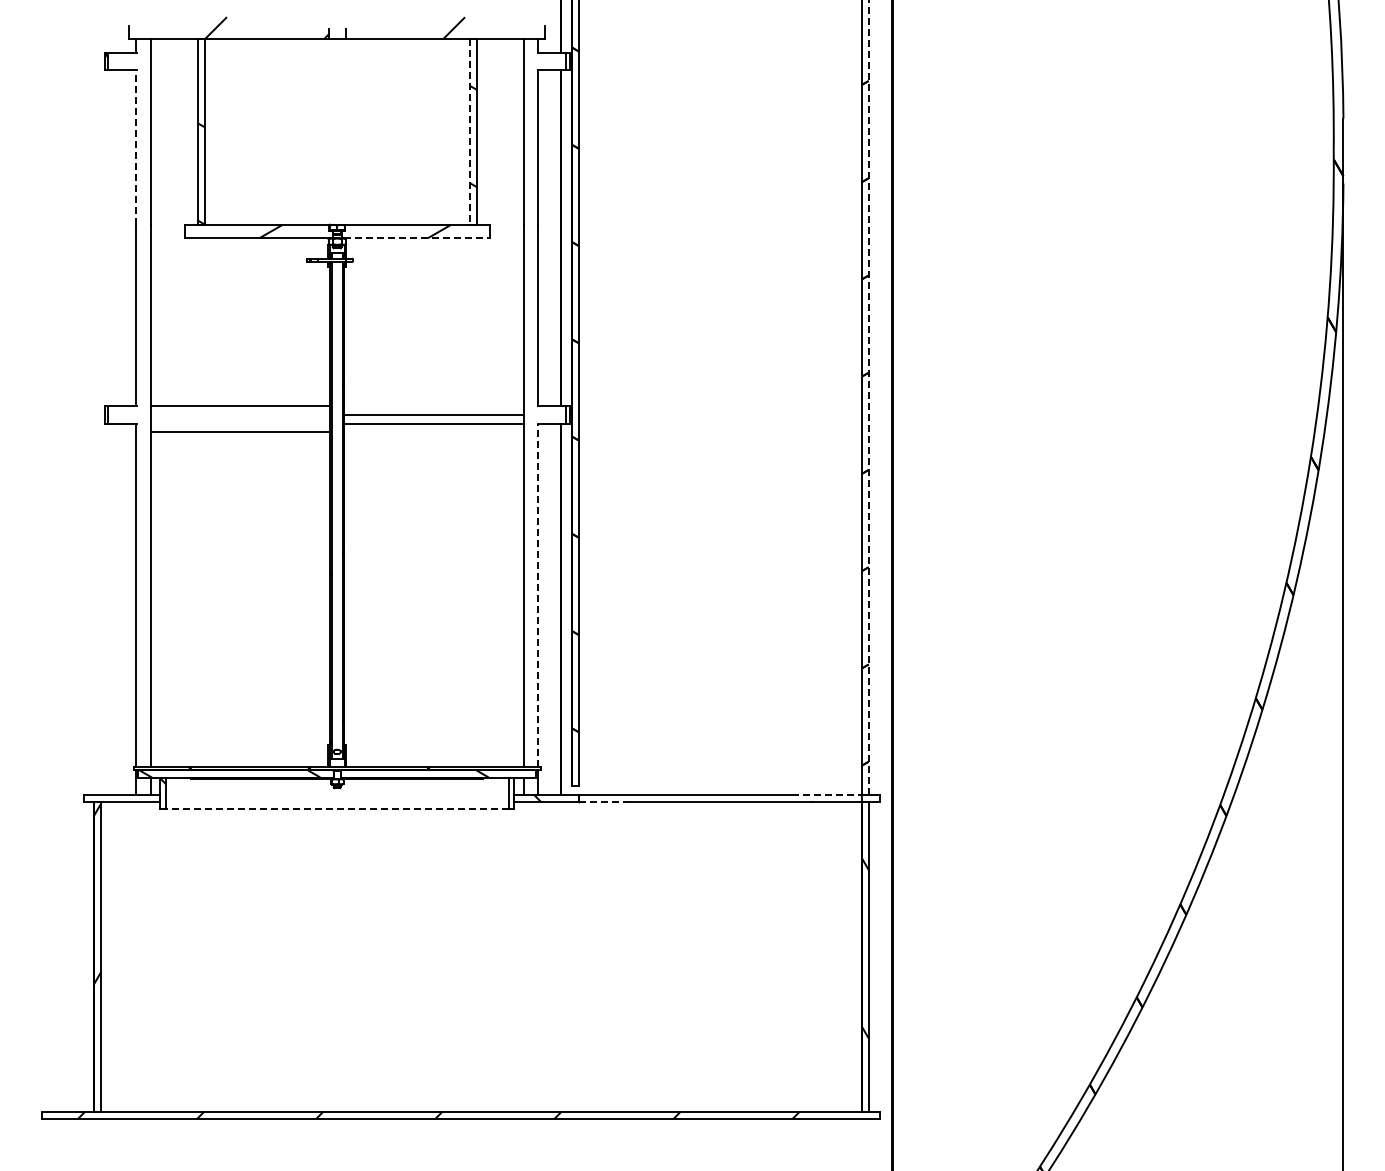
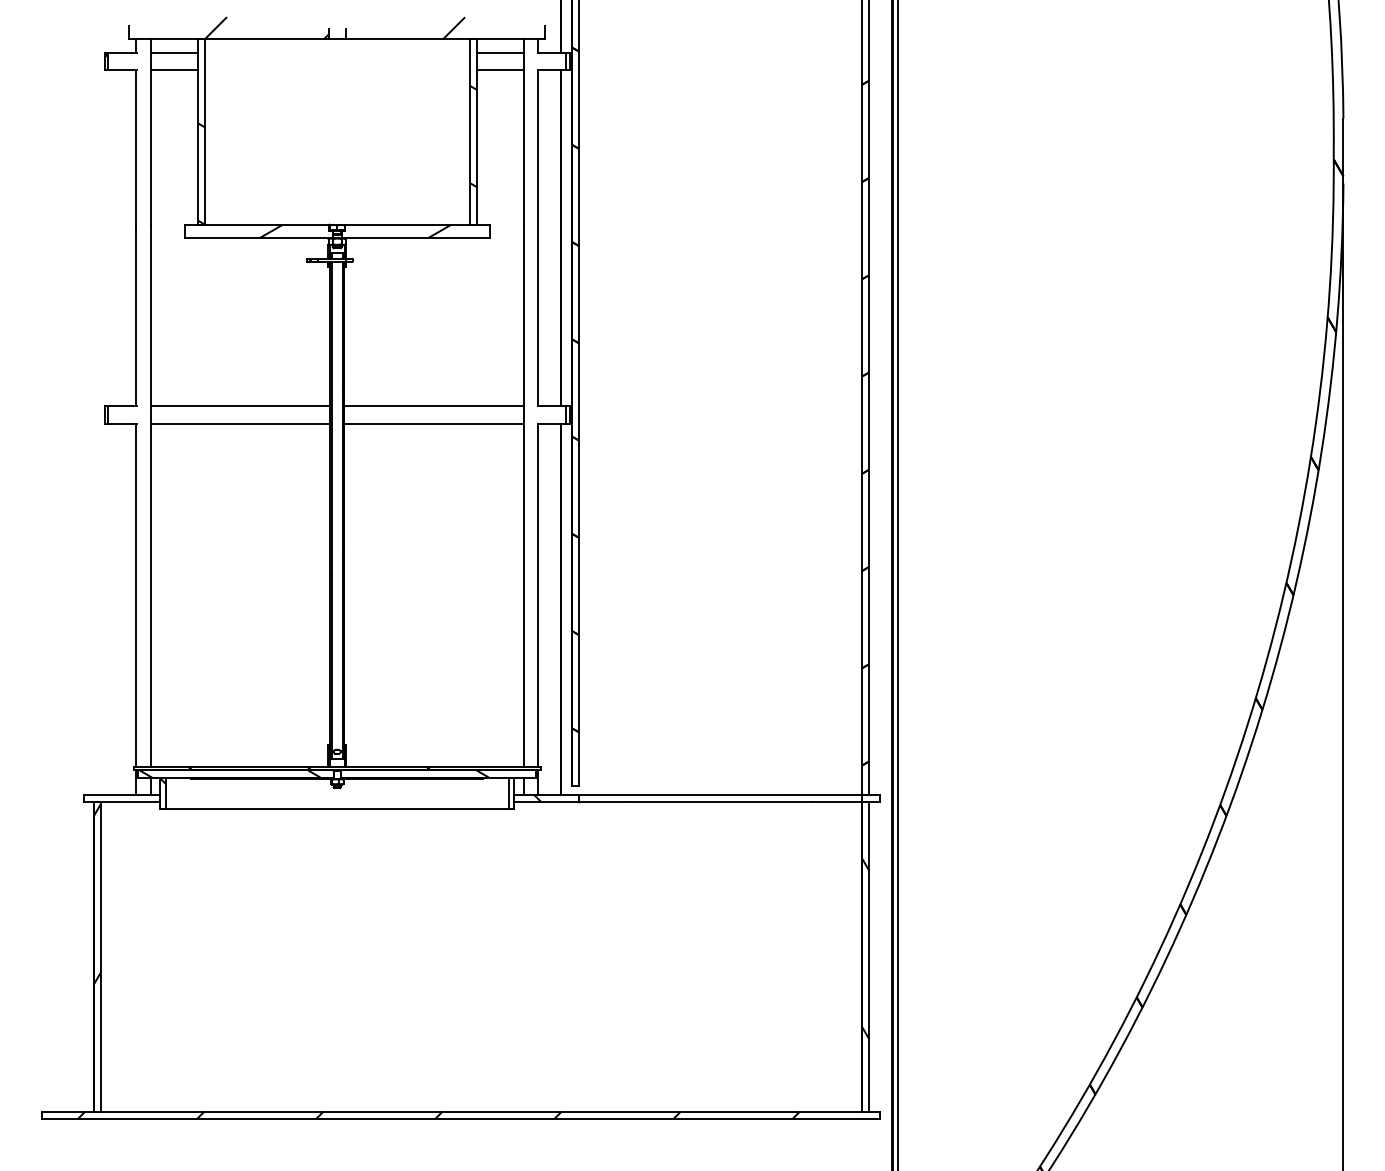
line at (174, 52): none -> present
line at (499, 52): none -> present
line at (174, 70): none -> present
line at (499, 70): none -> present
line at (469, 132): dashed -> solid
line at (136, 147): dashed -> solid
line at (416, 238): dashed -> solid
line at (868, 397): dashed -> solid
line at (433, 415) position: (433, 415) -> (433, 406)
line at (240, 431) position: (240, 431) -> (240, 423)
line at (897, 584): none -> present
line at (538, 595): dashed -> solid
line at (825, 795): dashed -> solid
line at (603, 802): dashed -> solid
line at (337, 808): dashed -> solid
